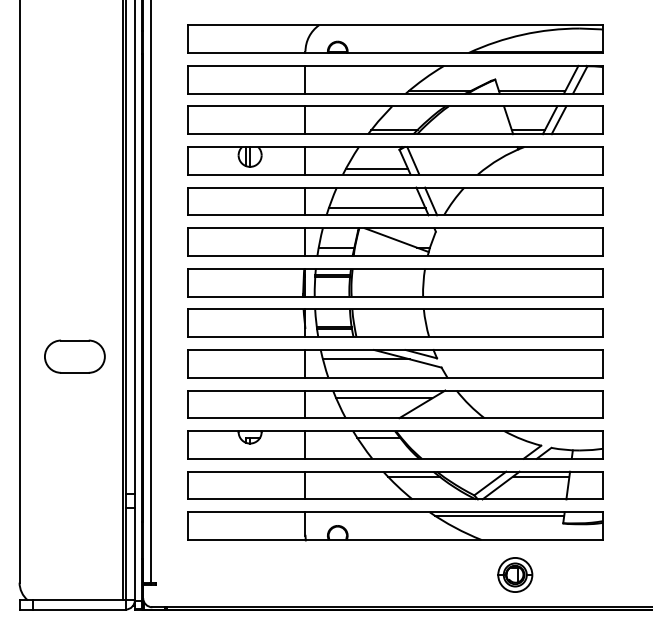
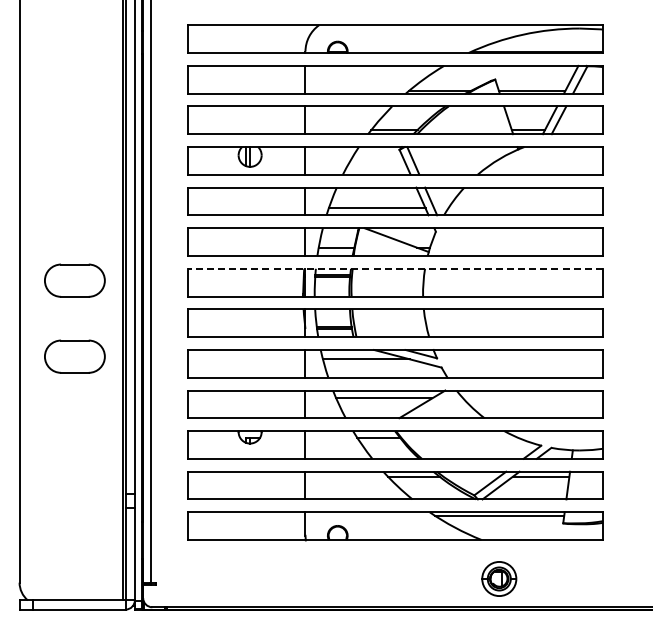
line at (376, 169): present -> none
line at (395, 268): solid -> dashed
part at (74, 280): none -> present
part at (515, 574) position: (515, 574) -> (499, 578)
